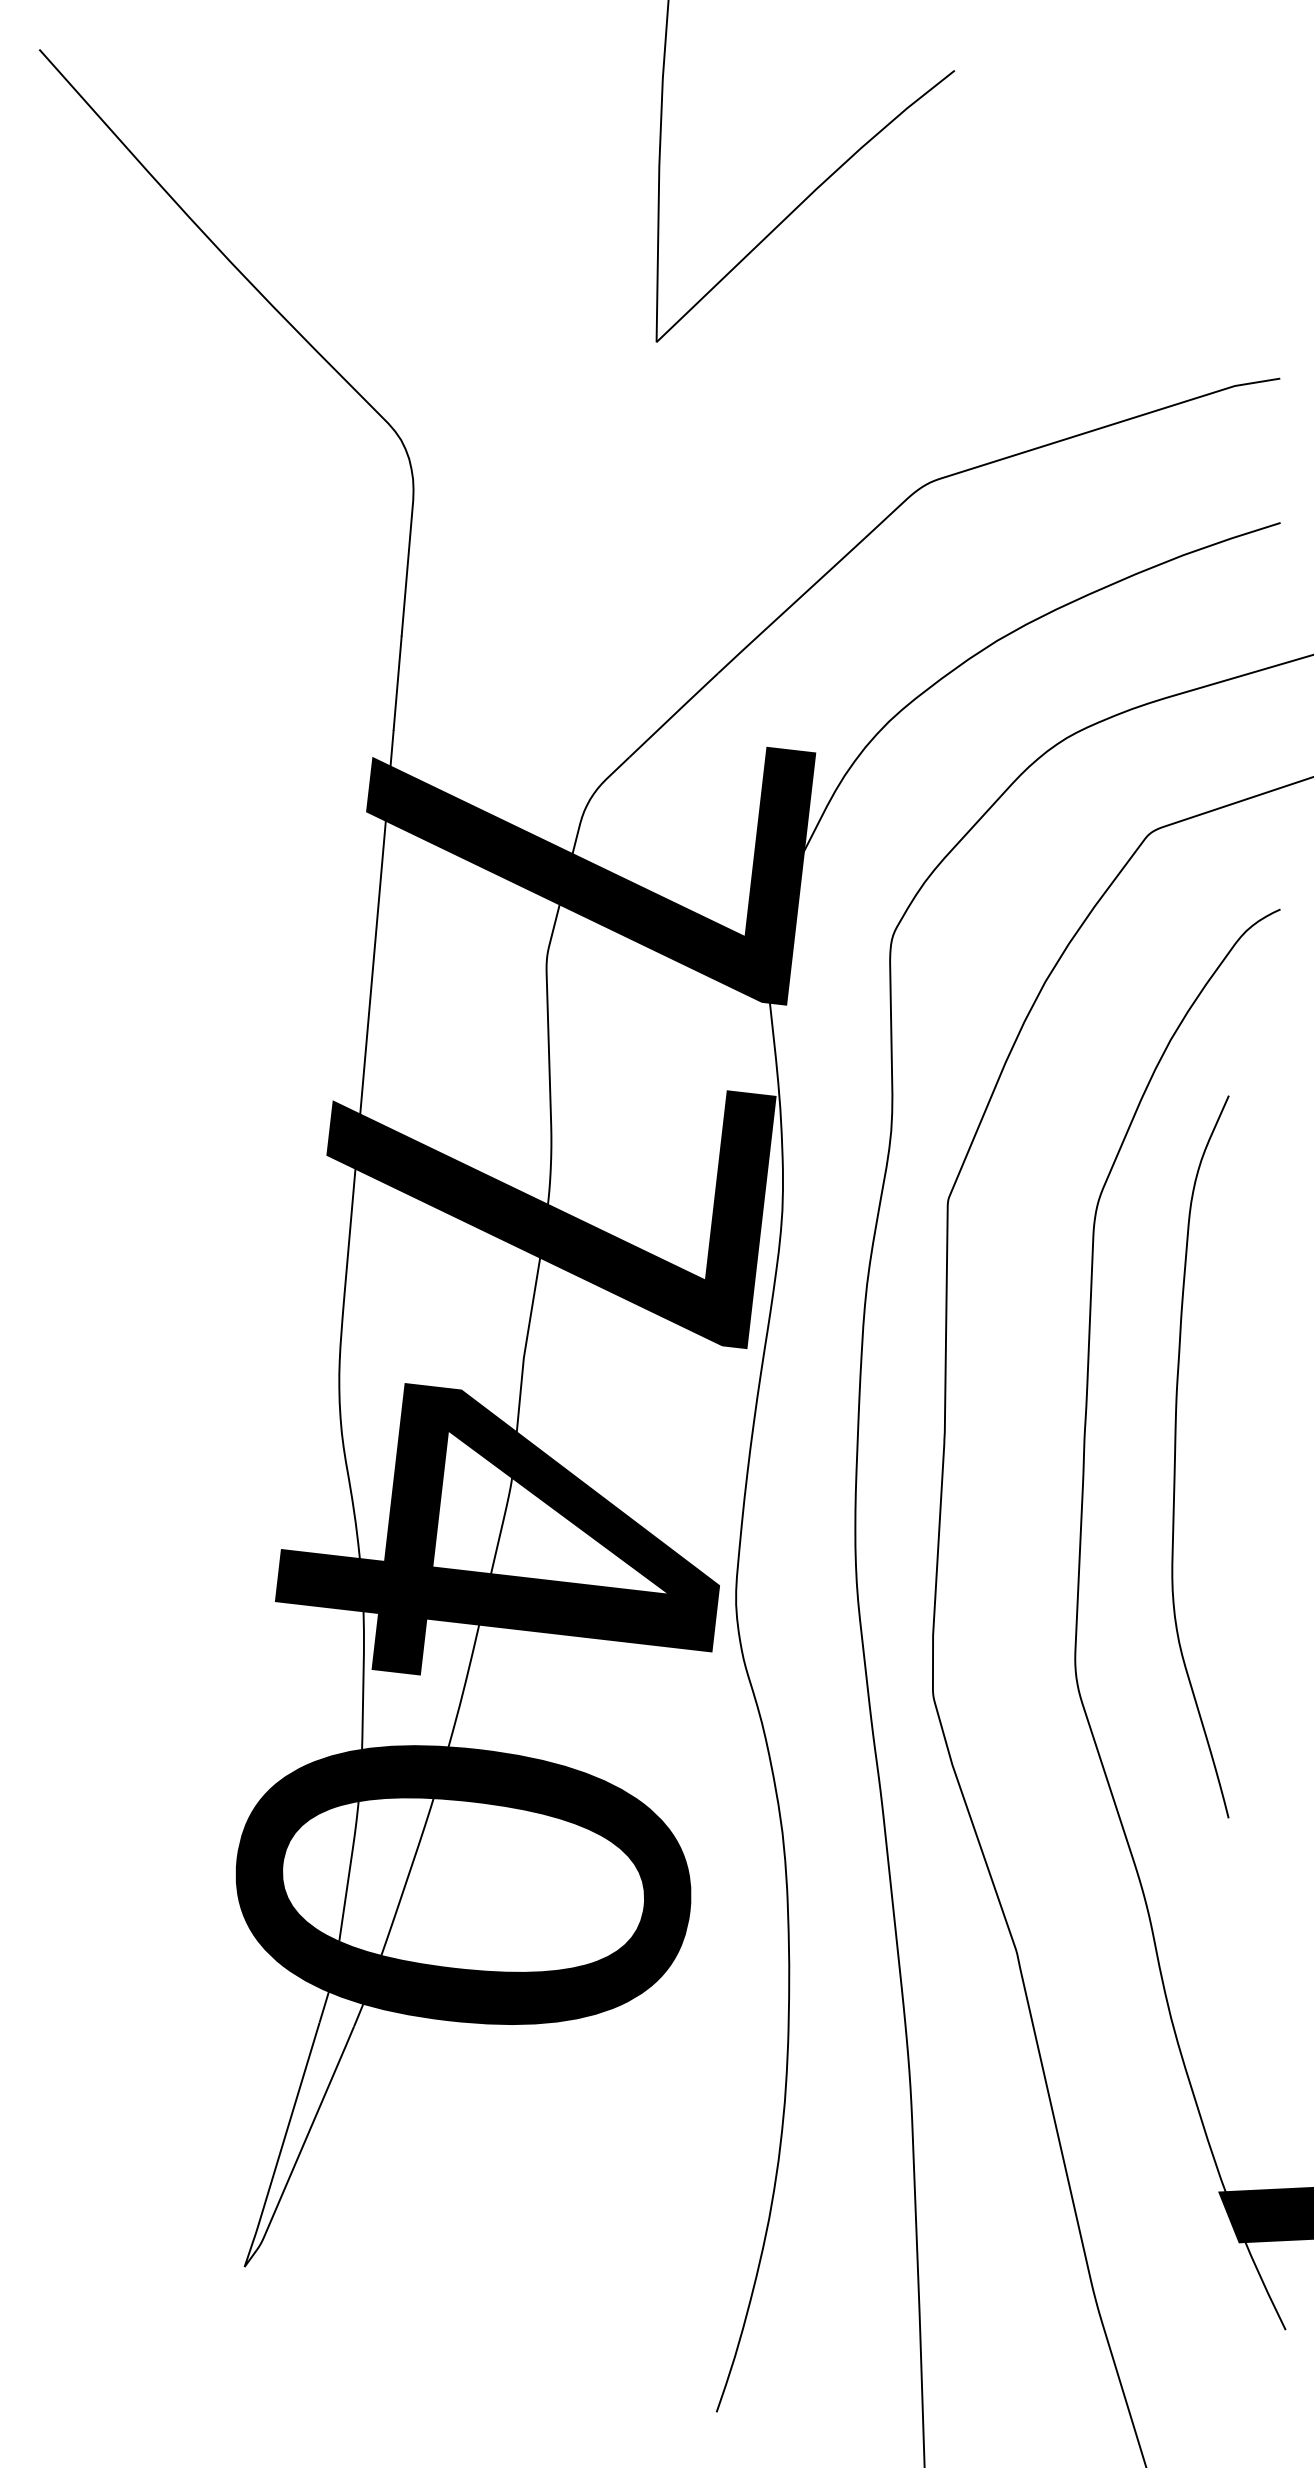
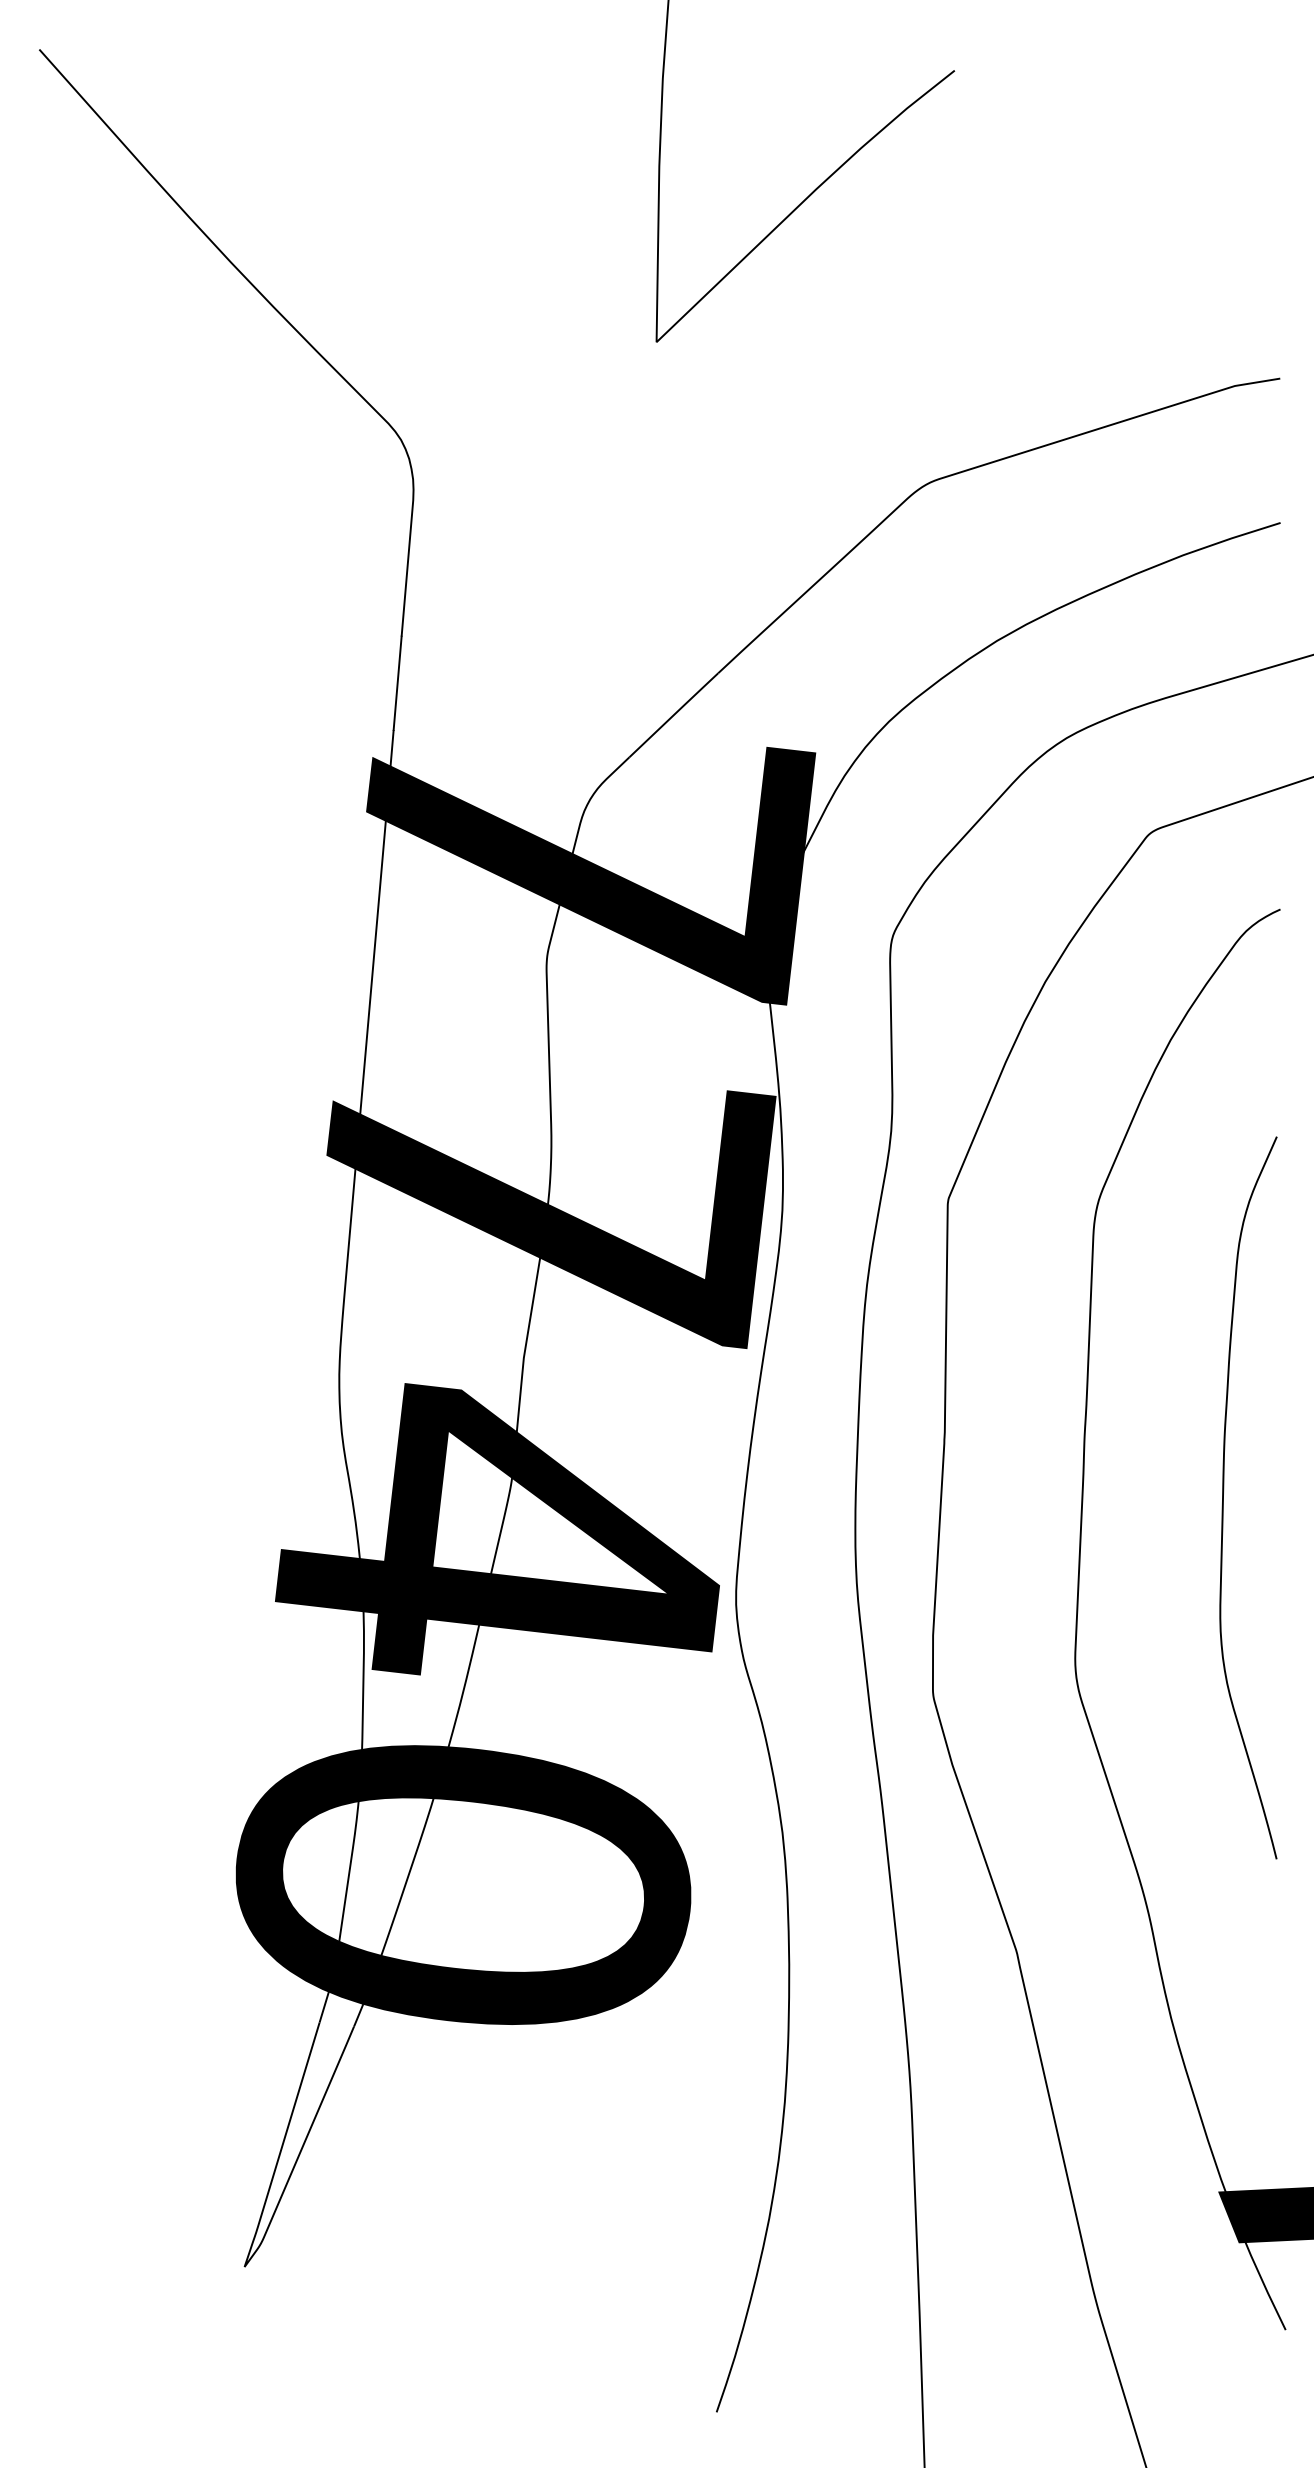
curve at (1176, 1449) position: (1176, 1449) -> (1224, 1490)
